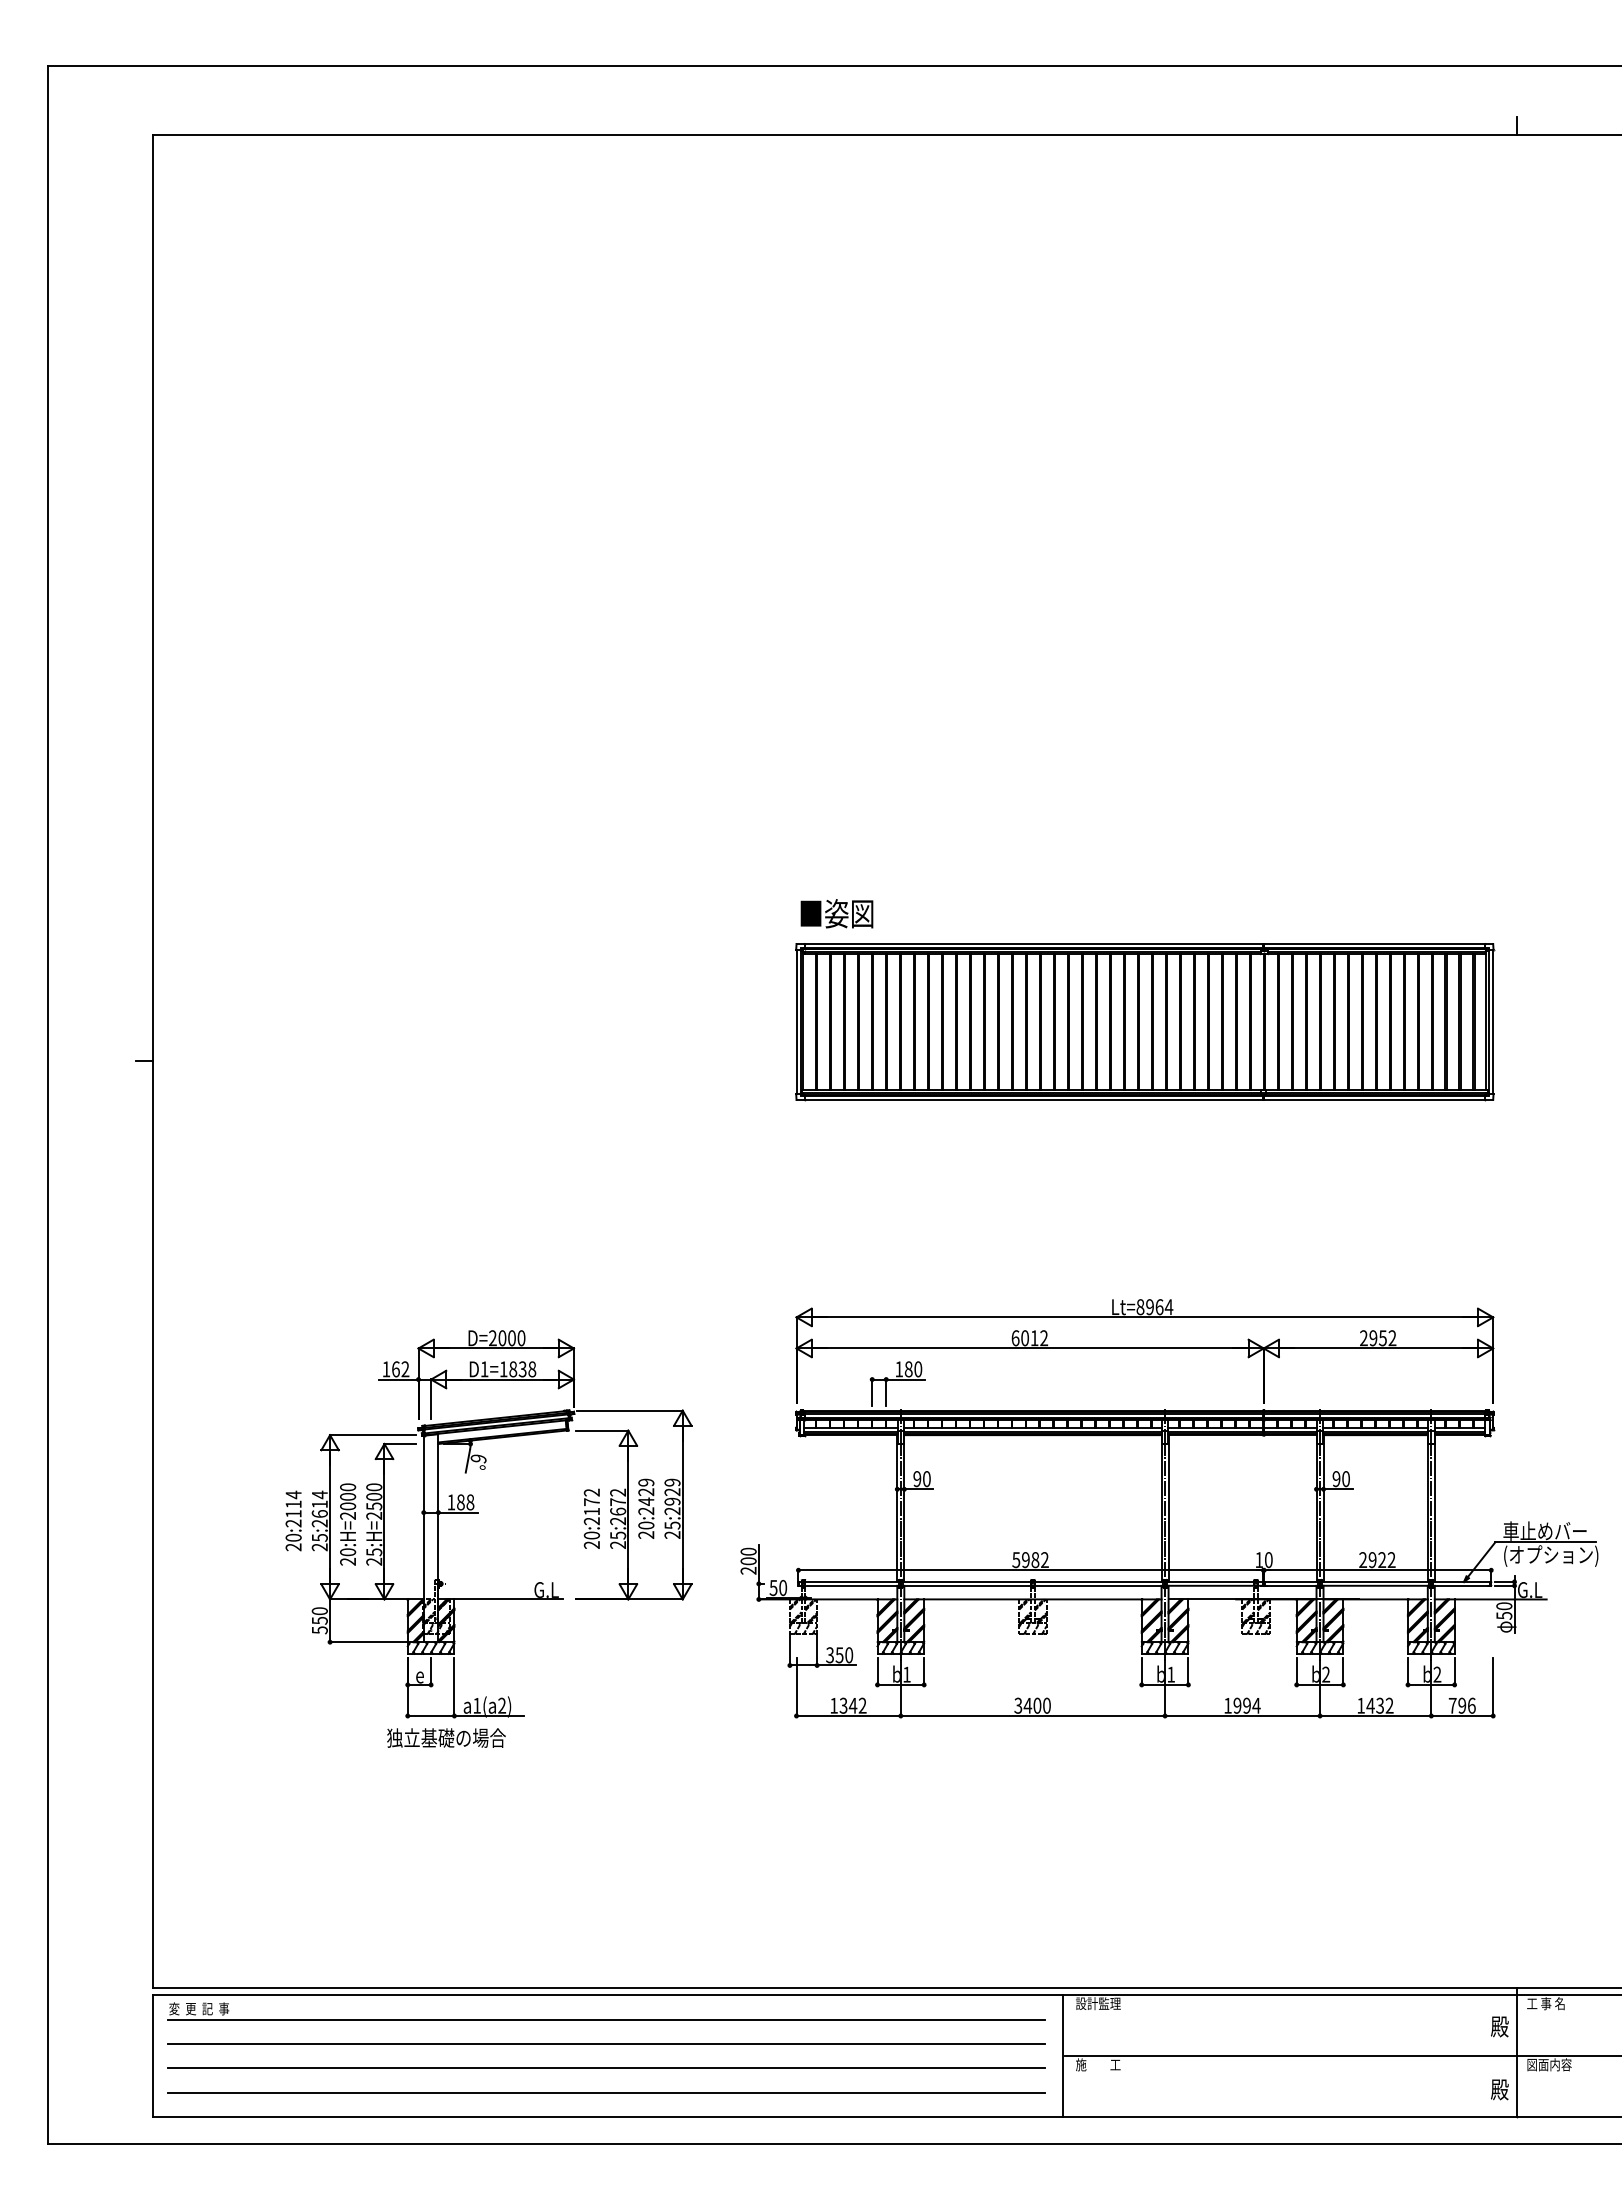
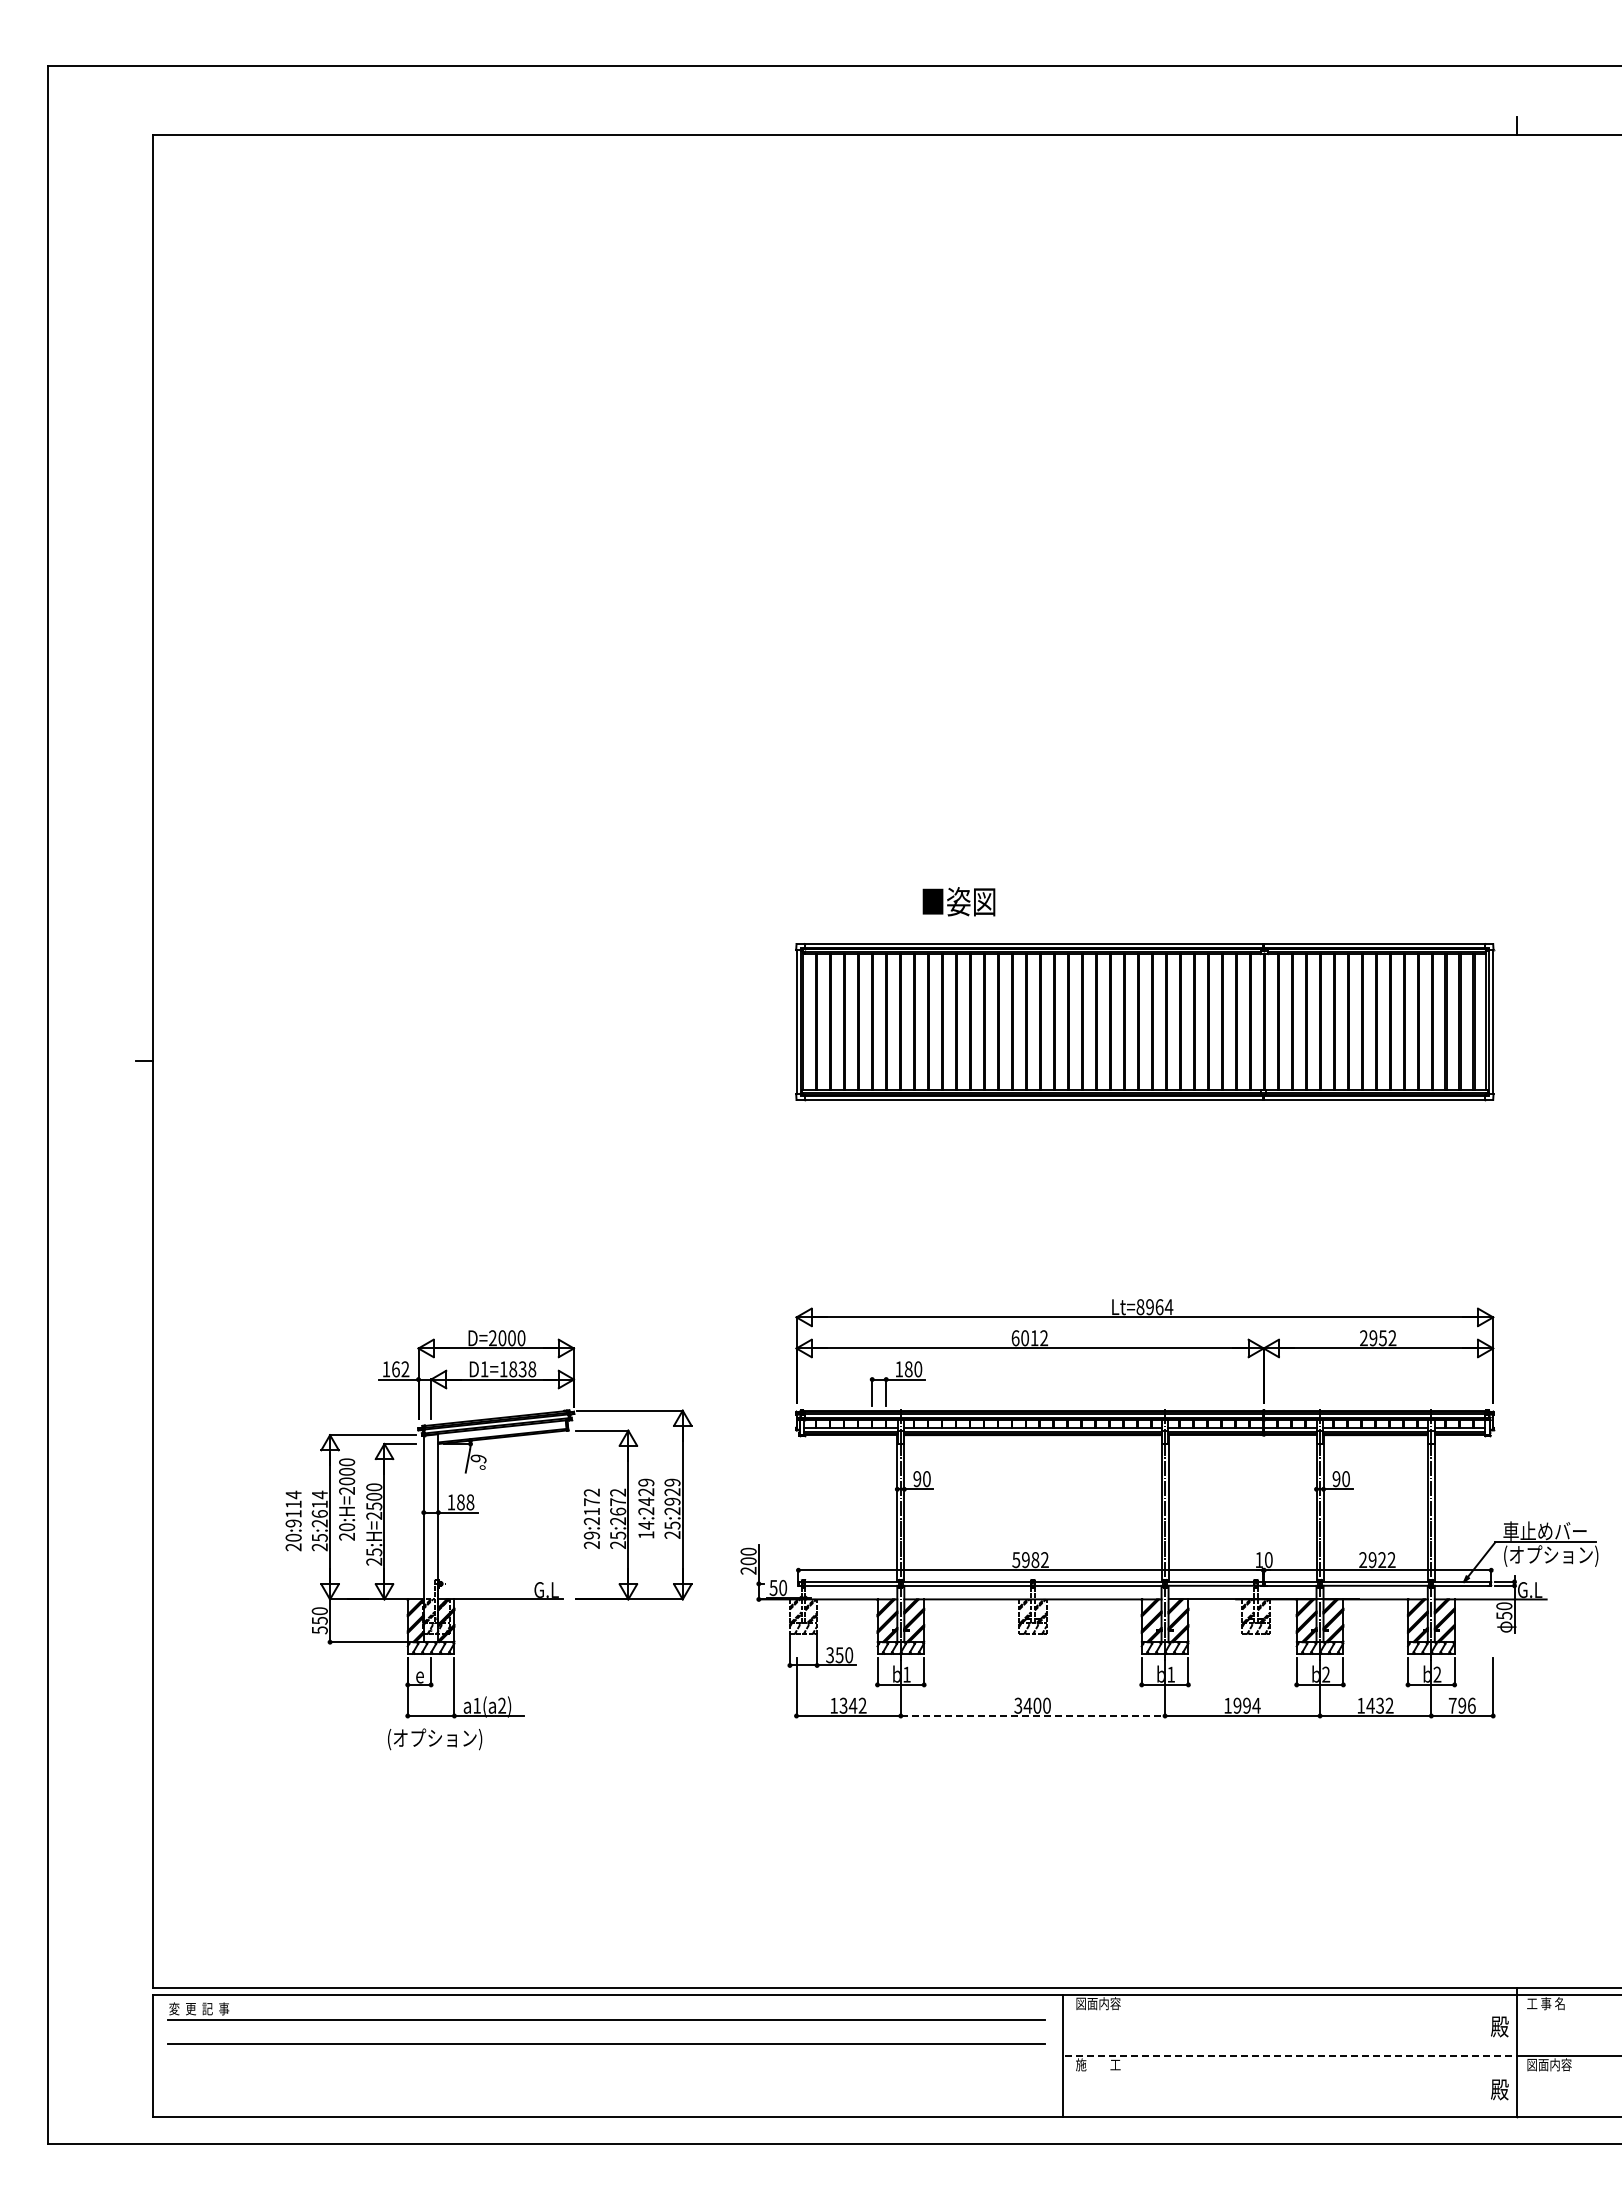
text at (836, 913) position: (836, 913) -> (958, 901)
text at (293, 1523): 20:2114 -> 20:9114
text at (348, 1524) position: (348, 1524) -> (347, 1499)
text at (646, 1529): 20:2429 -> 14:2429
text at (591, 1535): 20:2172 -> 29:2172
line at (1033, 1716): solid -> dashed
text at (446, 1739): 独立基礎の場合 -> (オプション)
text at (1098, 2003): 設計監理 -> 図面内容
line at (1291, 2056): solid -> dashed
line at (606, 2068): present -> none
line at (606, 2093): present -> none
